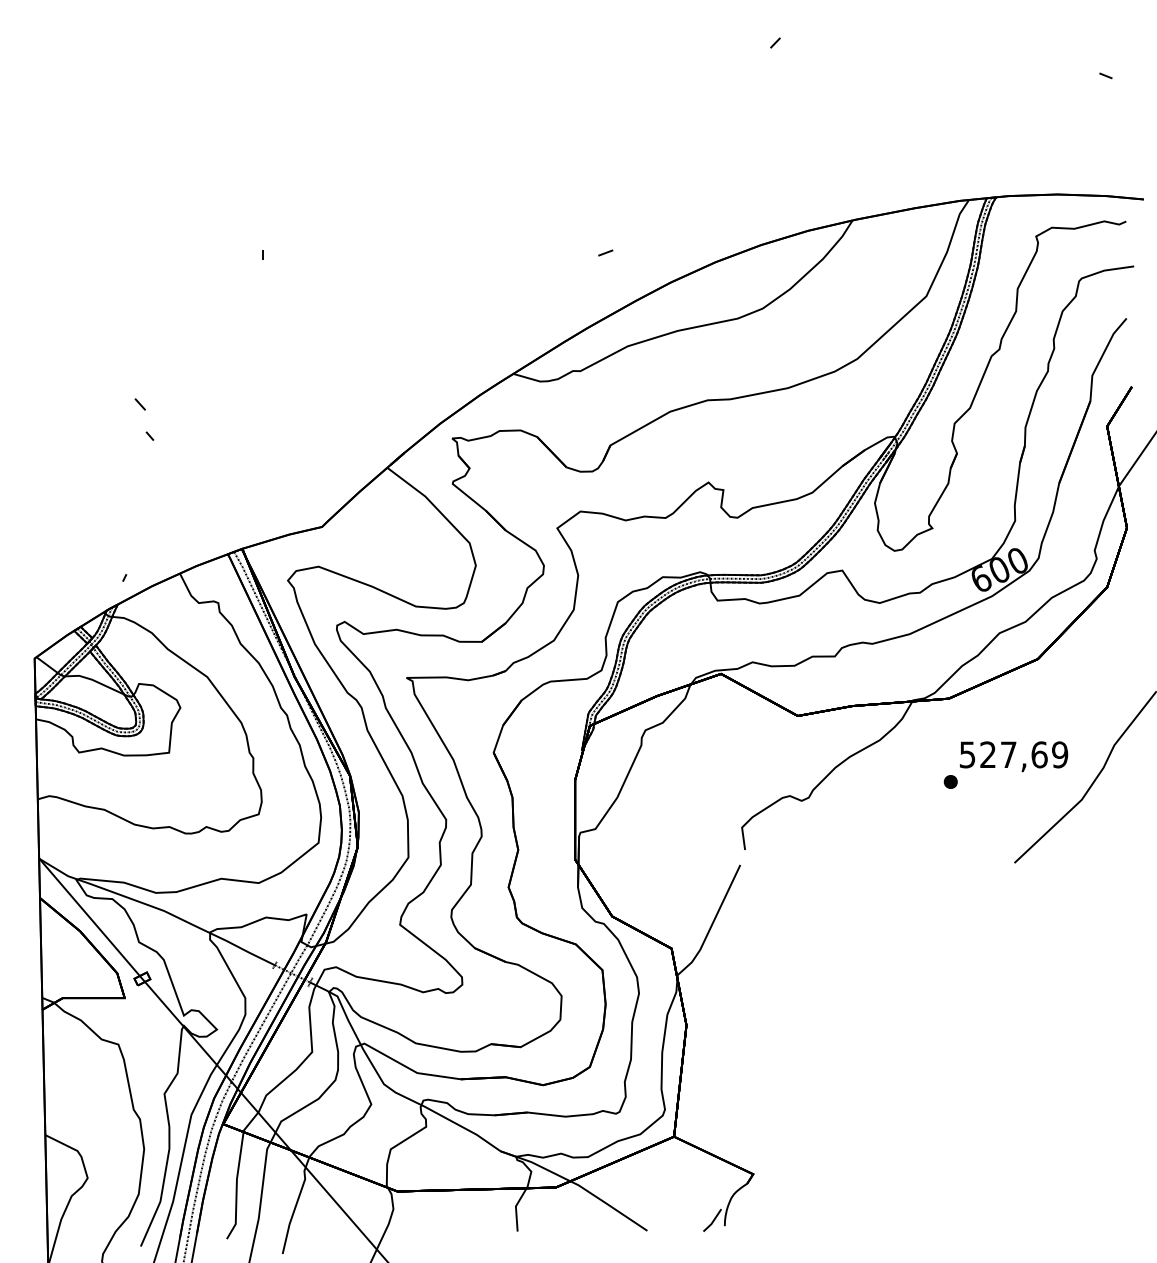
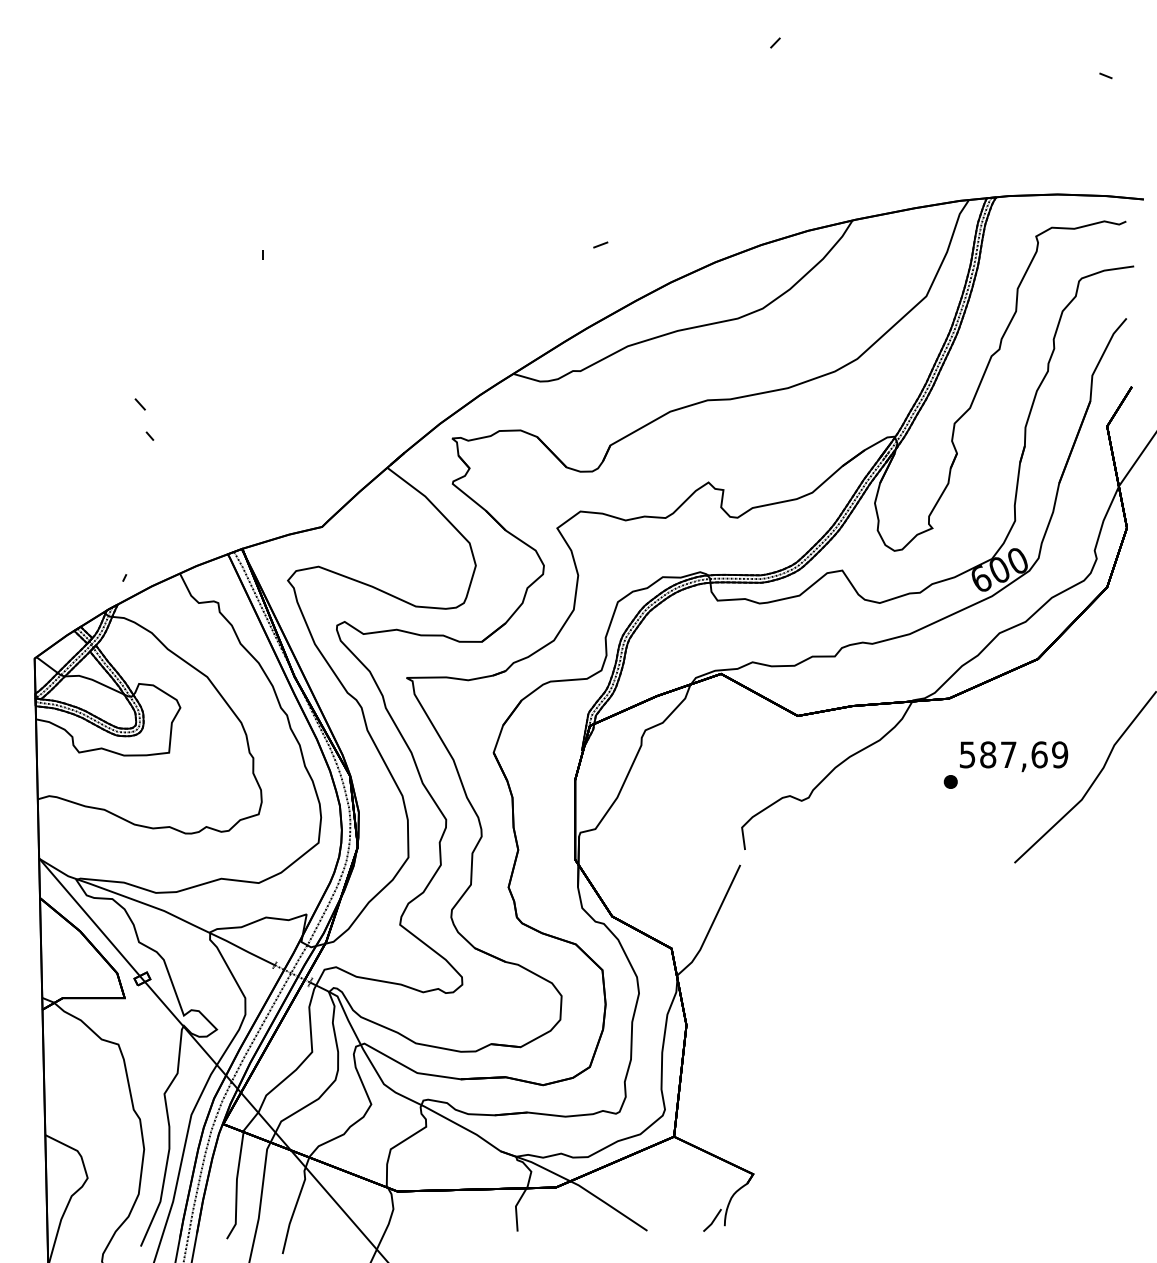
line at (605, 252) position: (605, 252) -> (600, 244)
text at (988, 754): 527,69 -> 587,69
